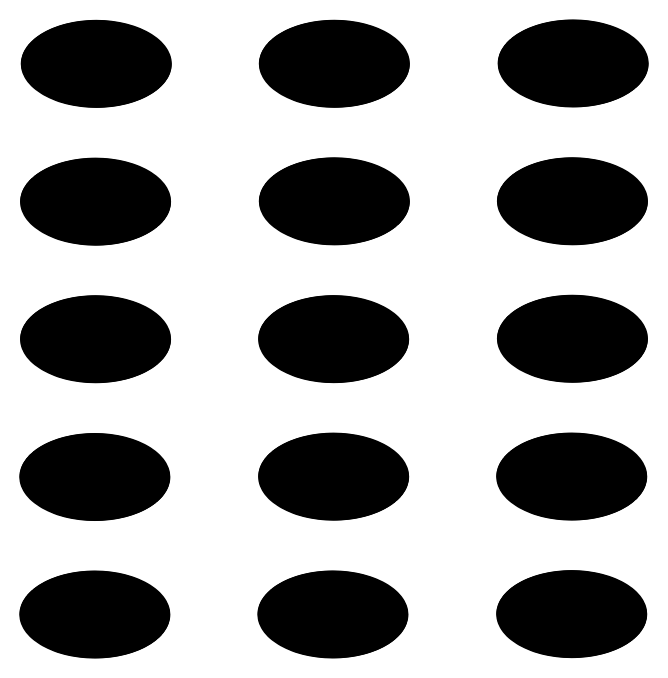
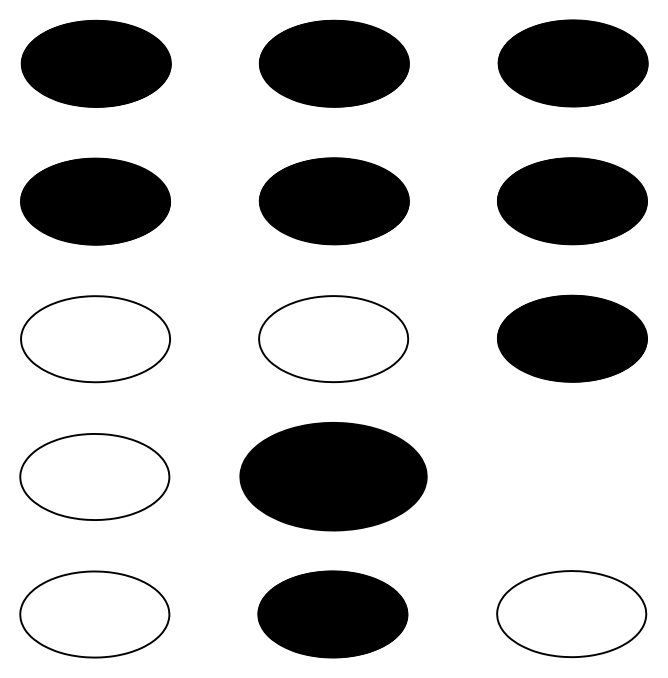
hatch at (95, 339): present -> none
hatch at (333, 339): present -> none
hatch at (94, 476): present -> none
part at (333, 476) size: 152x89 px -> 189x110 px
part at (571, 476): present -> none
hatch at (94, 614): present -> none
hatch at (571, 614): present -> none
